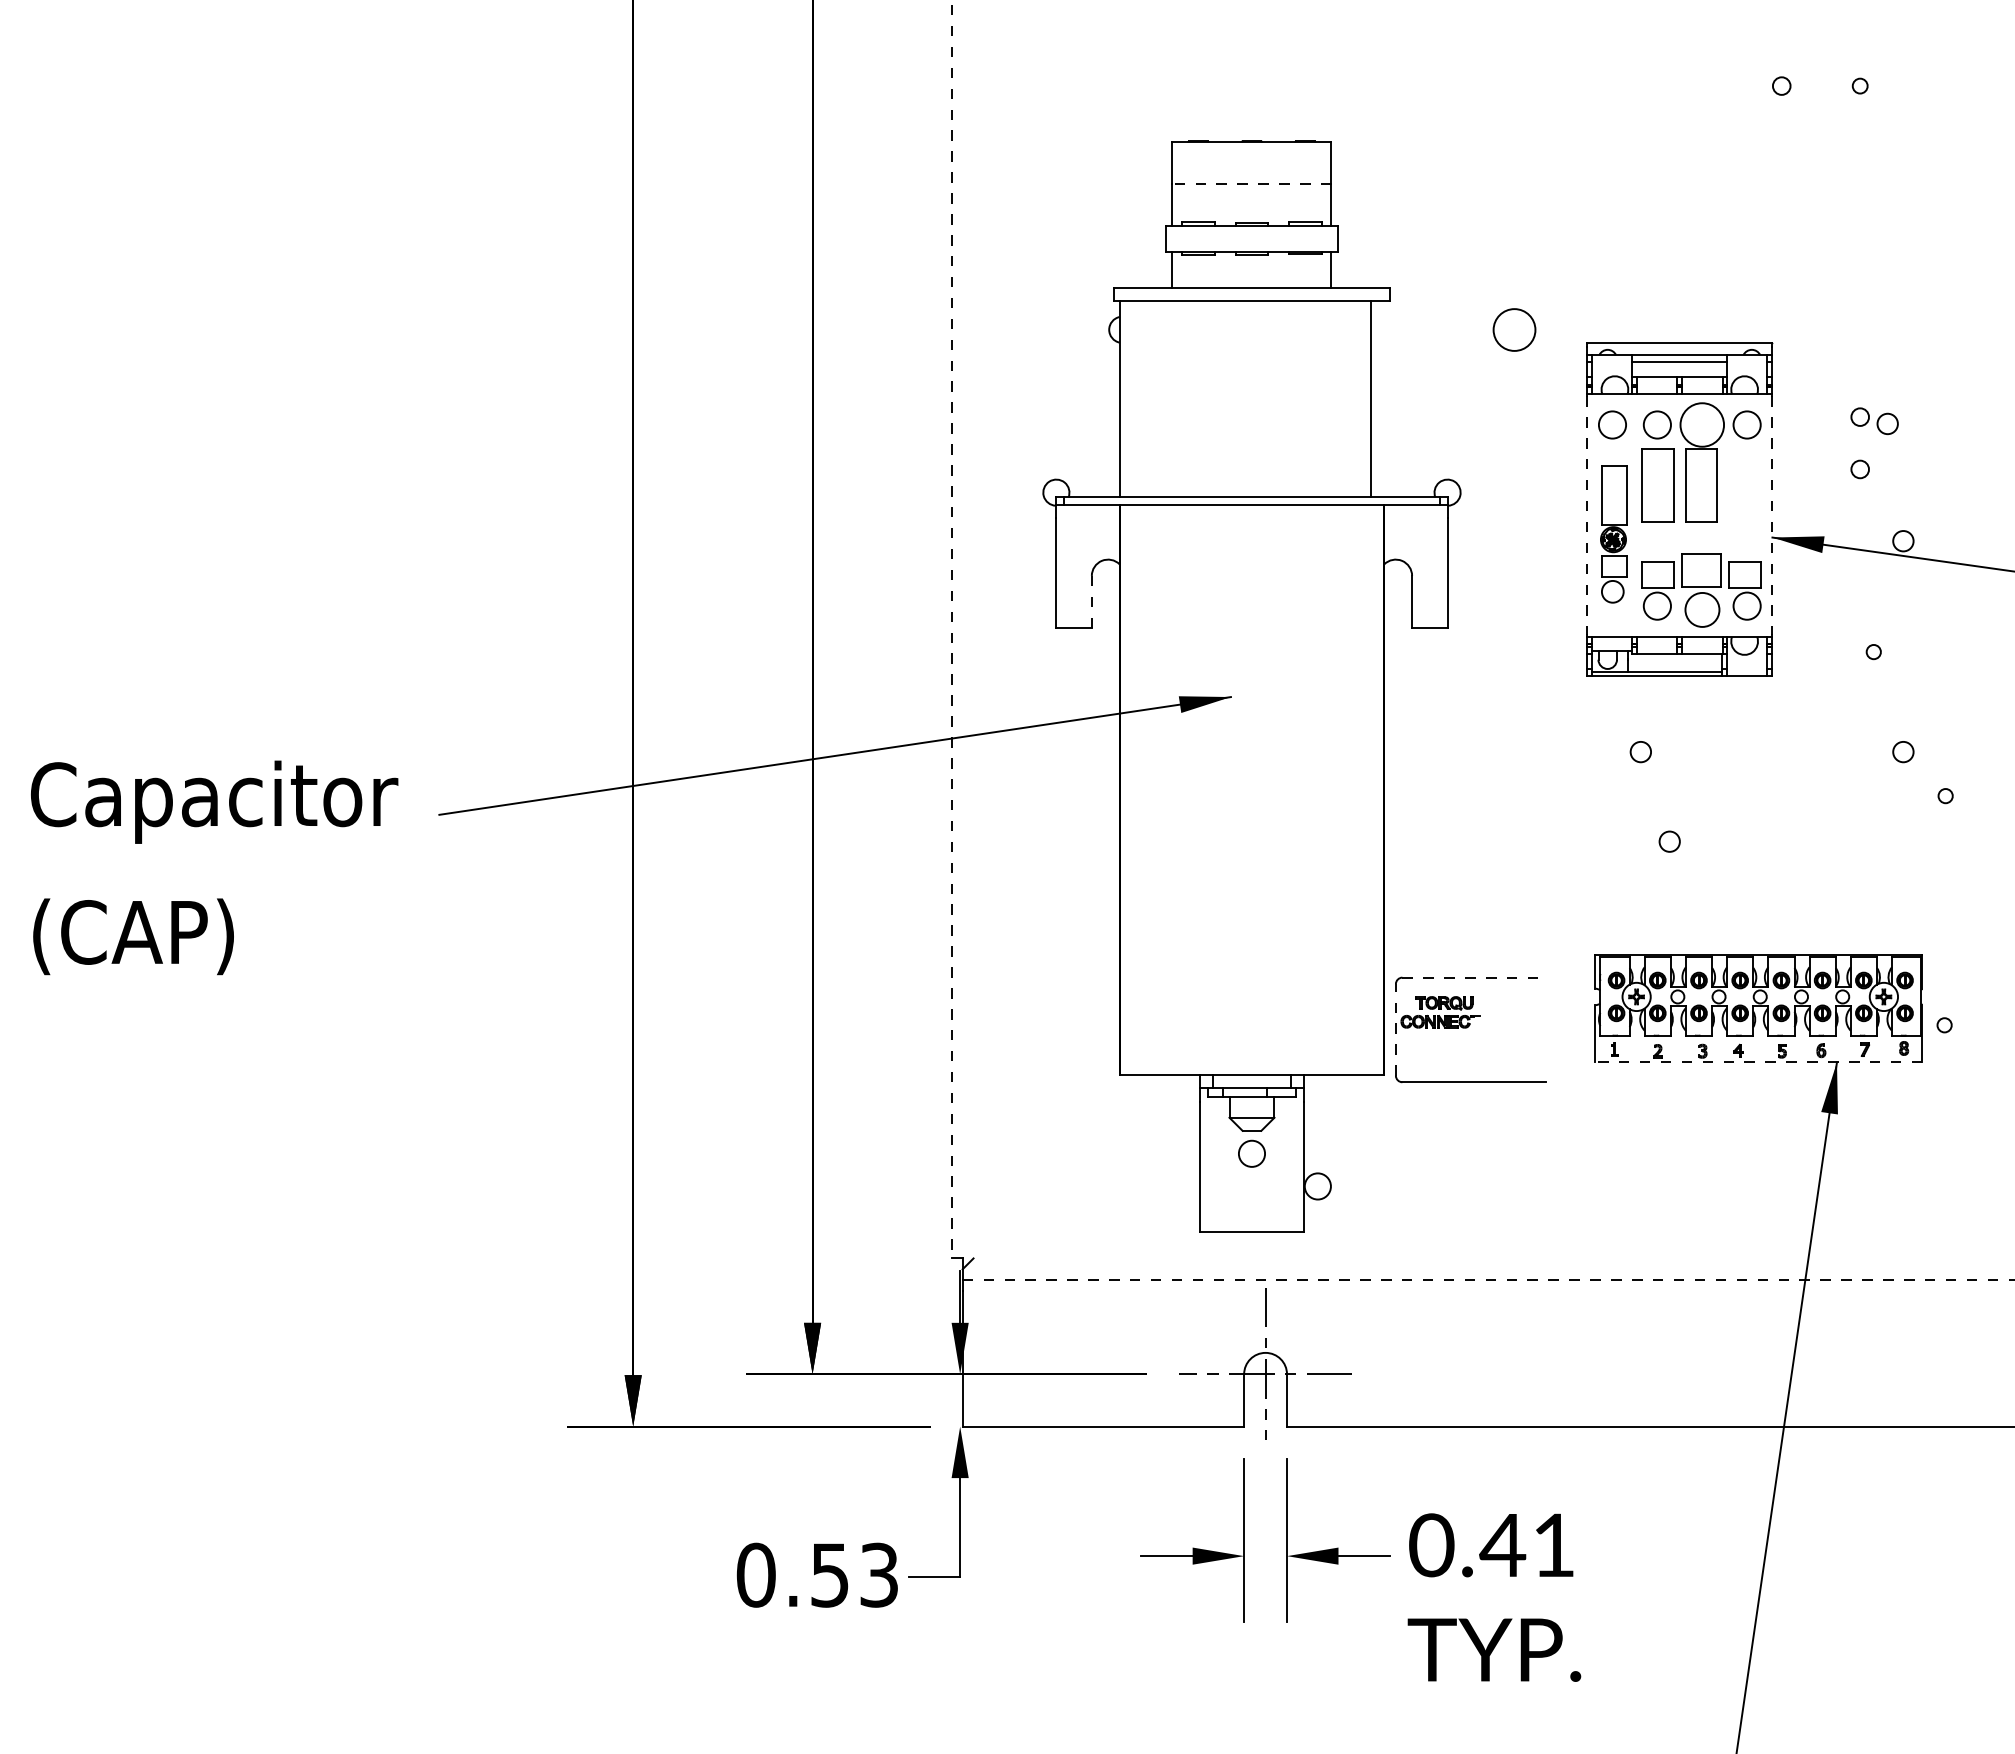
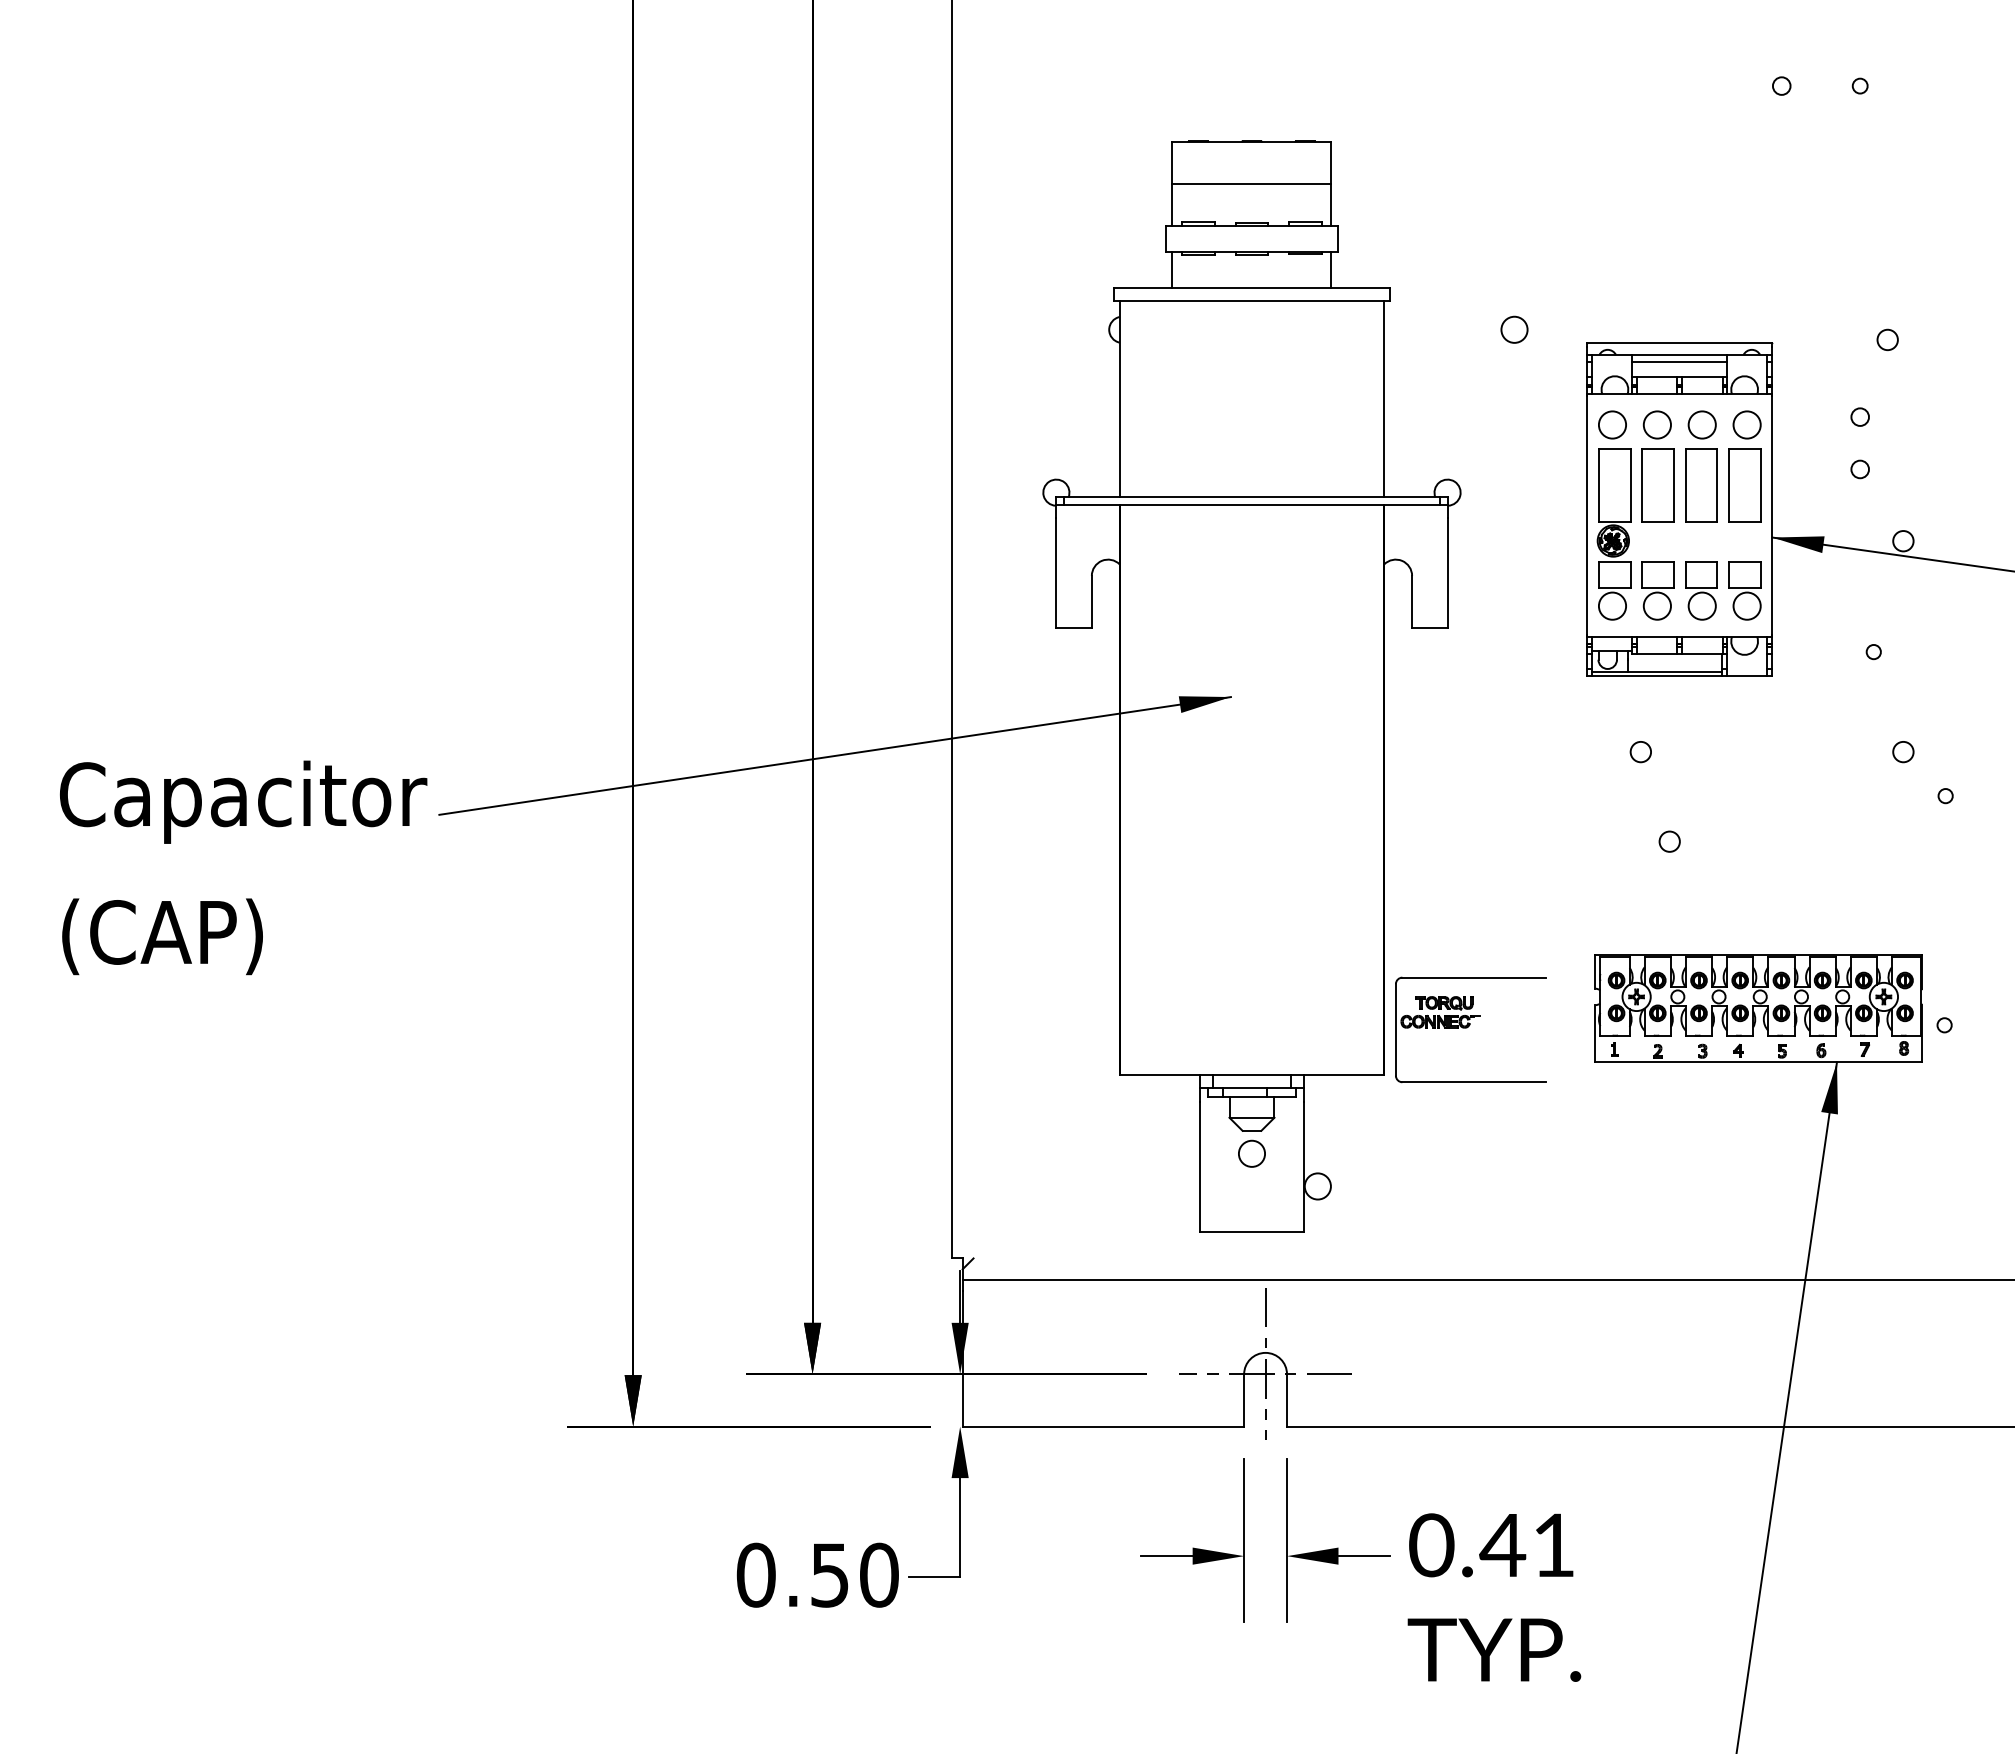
line at (1251, 184): dashed -> solid
circle at (1514, 329) size: 45x44 px -> 29x29 px
line at (1371, 399) position: (1371, 399) -> (1384, 399)
circle at (1887, 423) position: (1887, 423) -> (1887, 339)
circle at (1702, 424) diameter: 44 px -> 27 px
part at (1744, 485): none -> present
line at (1587, 516): dashed -> solid
line at (1772, 516): dashed -> solid
part at (1613, 534) size: 28x139 px -> 36x173 px
part at (1701, 590) size: 41x75 px -> 33x60 px
line at (1091, 602): dashed -> solid
line at (951, 629): dashed -> solid
text at (214, 867) position: (214, 867) -> (243, 867)
line at (1474, 977): dashed -> solid
line at (1395, 1029): dashed -> solid
line at (1758, 1062): dashed -> solid
line at (1488, 1280): dashed -> solid
text at (879, 1574): 0.53 -> 0.50
